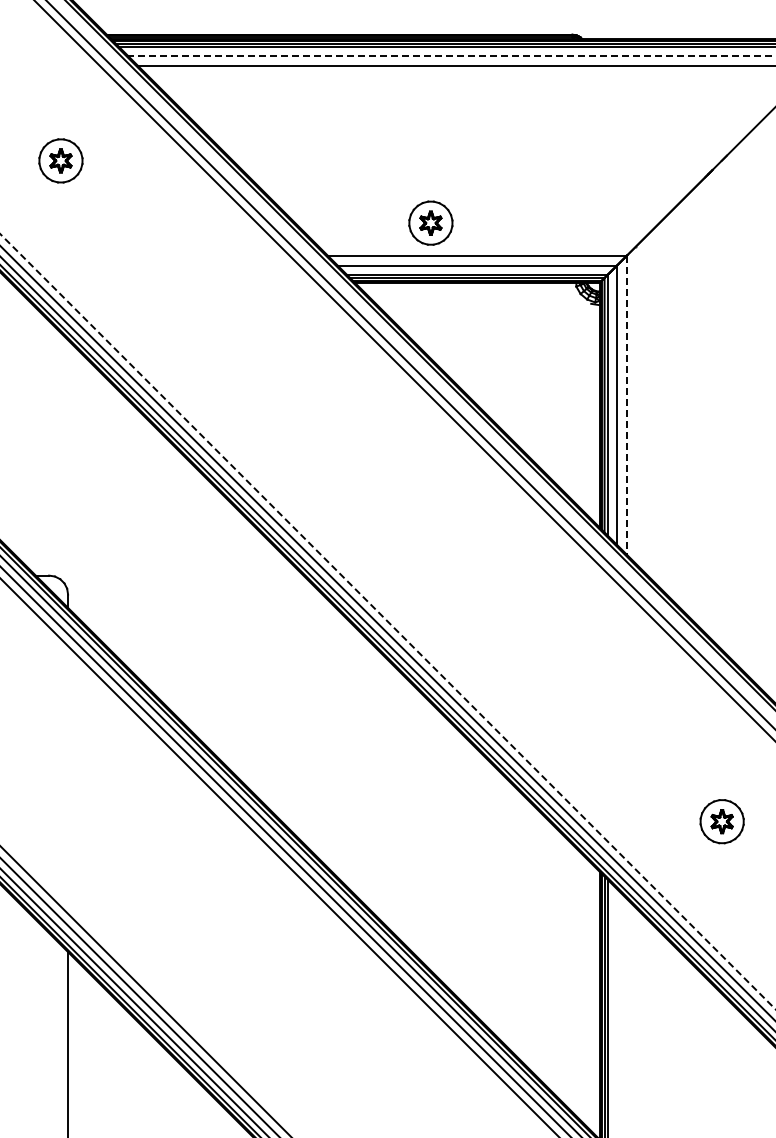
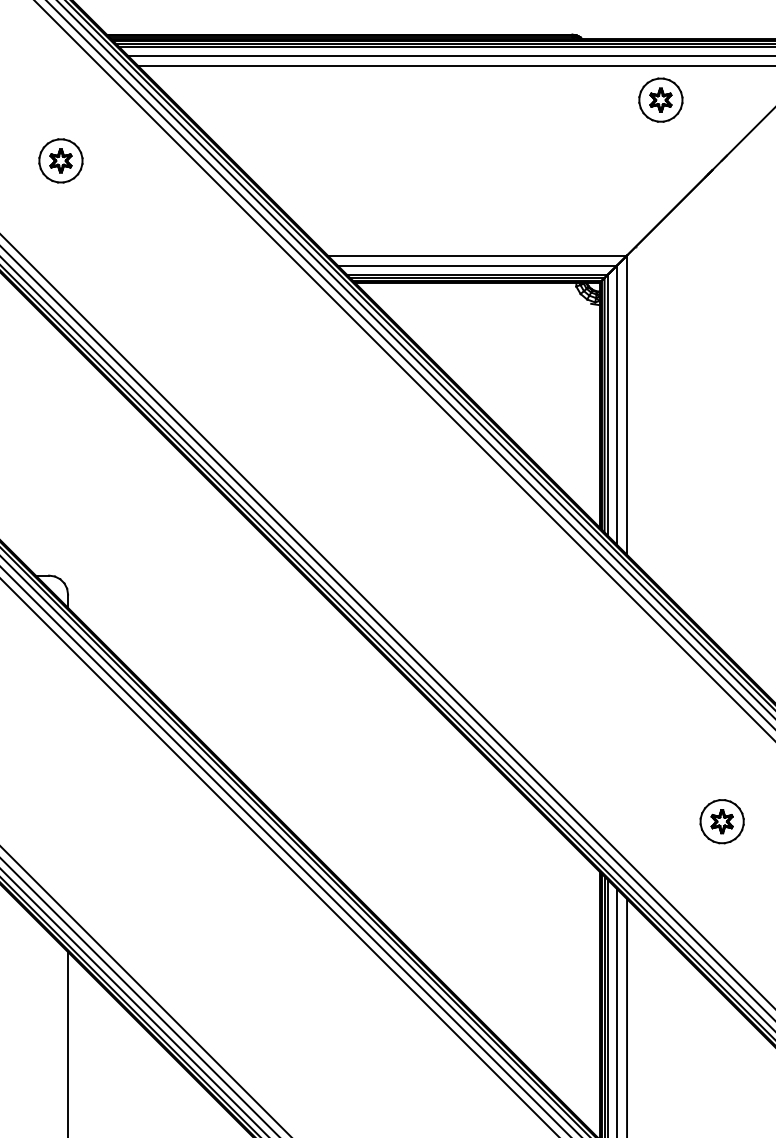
line at (451, 55): dashed -> solid
part at (430, 222) position: (430, 222) -> (660, 99)
line at (415, 359): none -> present
line at (627, 405): dashed -> solid
line at (388, 621): dashed -> solid
line at (616, 1011): none -> present
line at (627, 1016): none -> present
